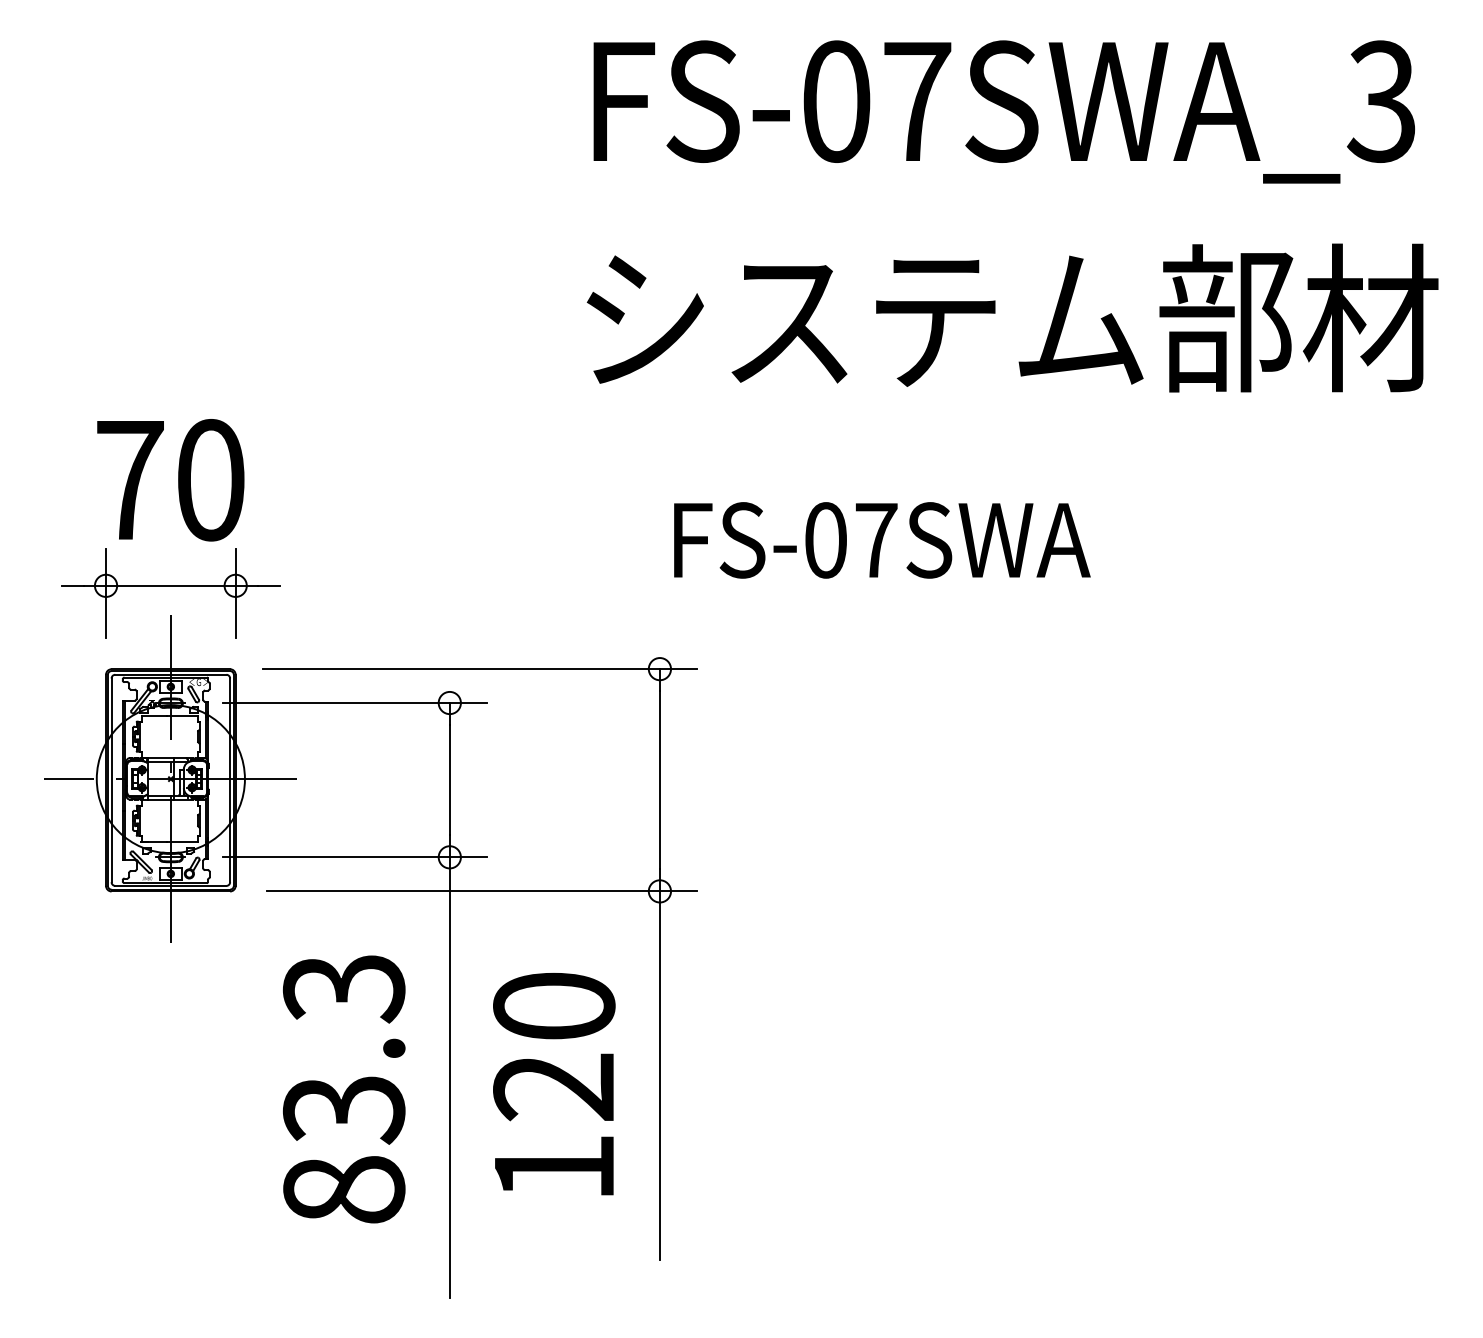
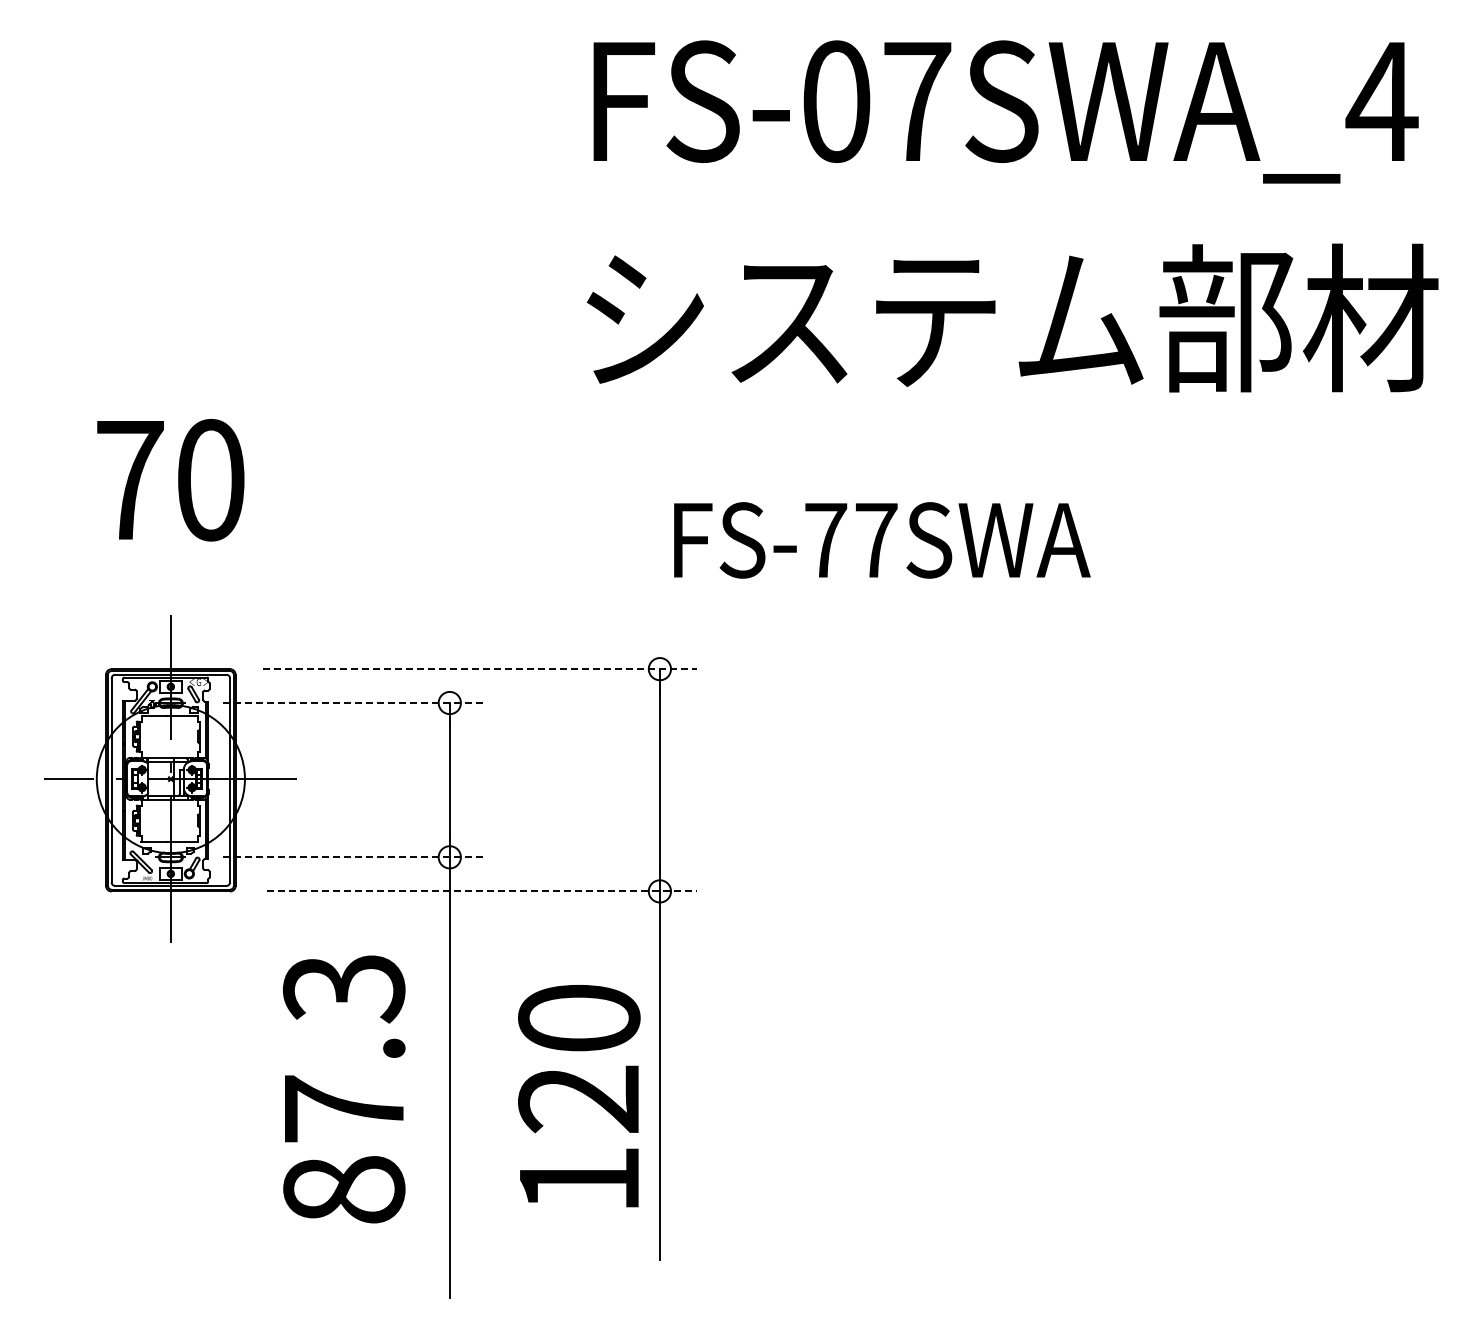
text at (1381, 101): FS-07SWA_3 -> FS-07SWA_4
text at (826, 540): FS-07SWA -> FS-77SWA
part at (170, 586): present -> none
line at (480, 669): solid -> dashed
line at (355, 703): solid -> dashed
line at (355, 857): solid -> dashed
line at (482, 891): solid -> dashed
text at (554, 1084) position: (554, 1084) -> (579, 1096)
text at (343, 1109): 83.3 -> 87.3
